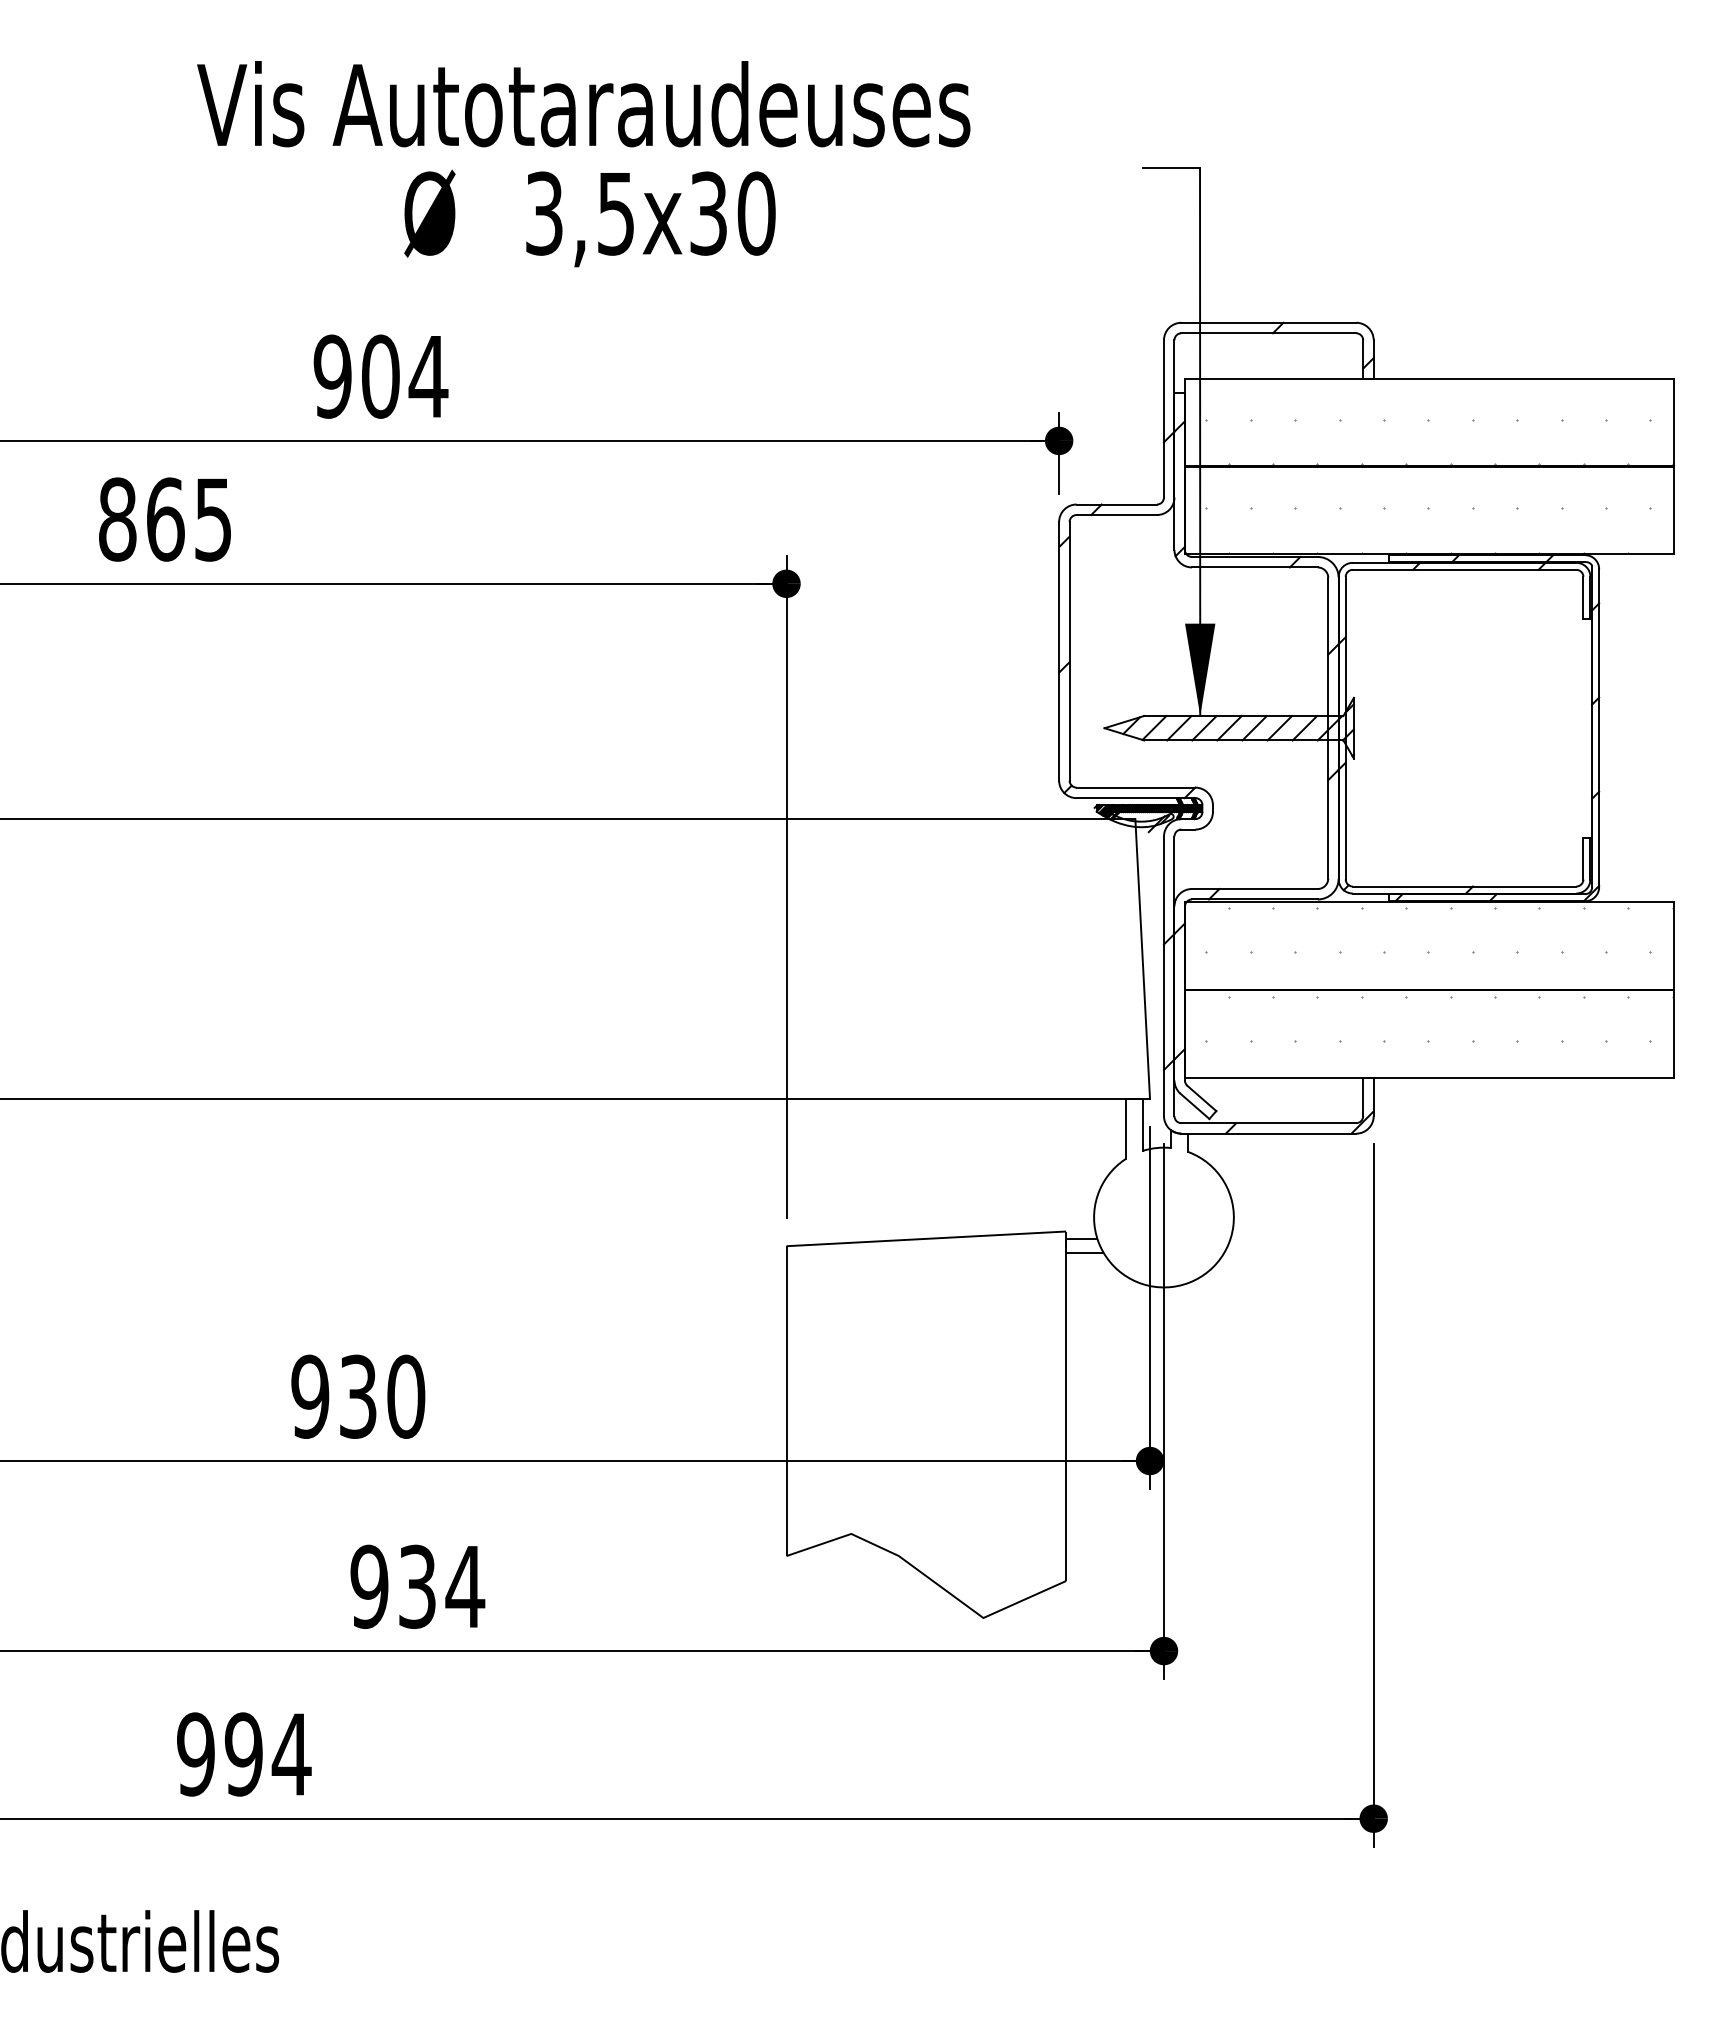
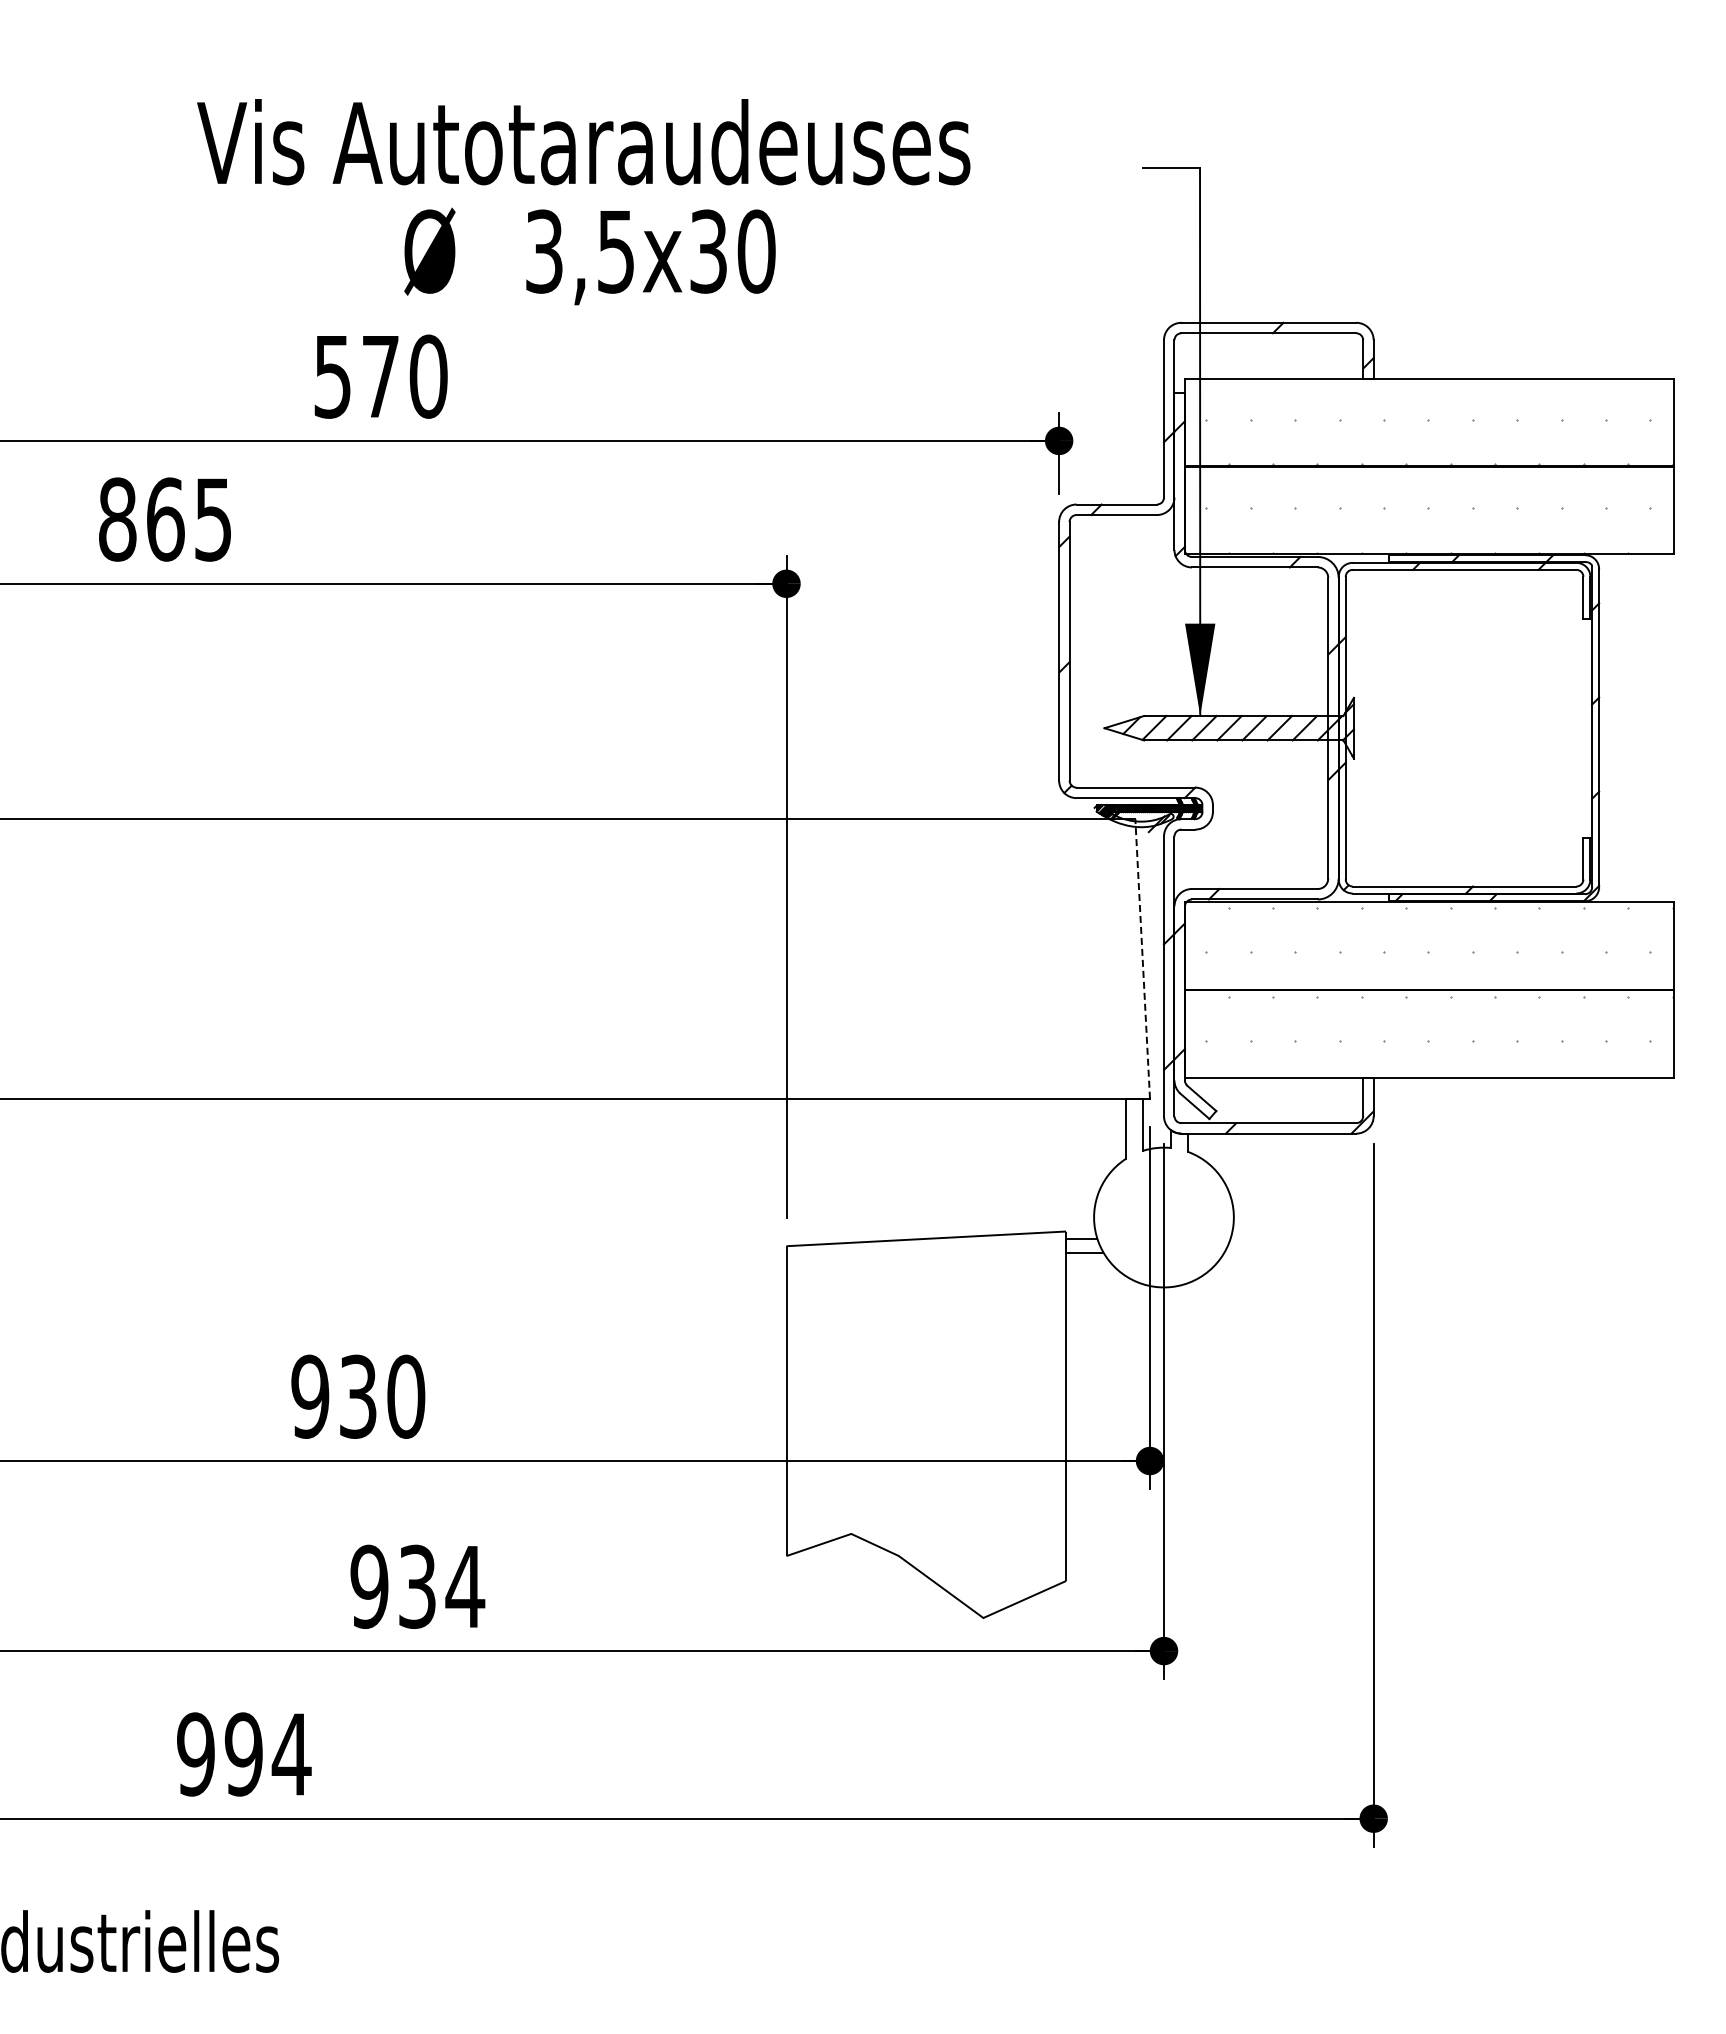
text at (583, 164) position: (583, 164) -> (583, 202)
text at (380, 376): 904 -> 570
line at (1142, 958): solid -> dashed
